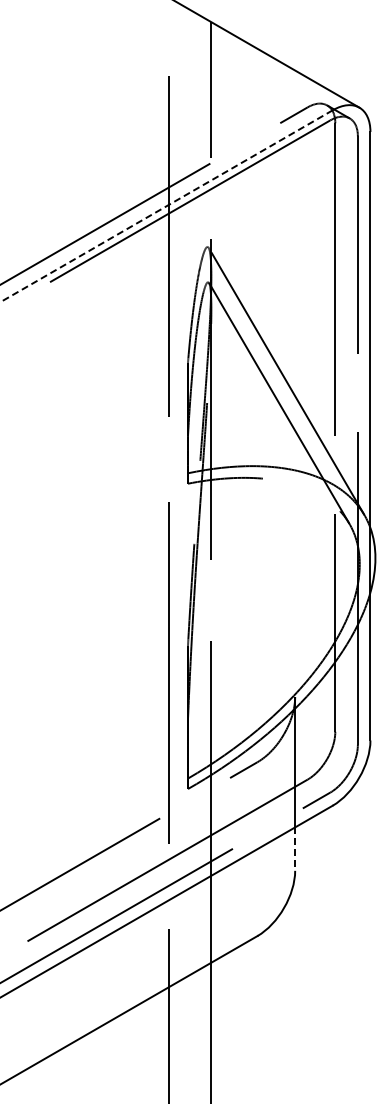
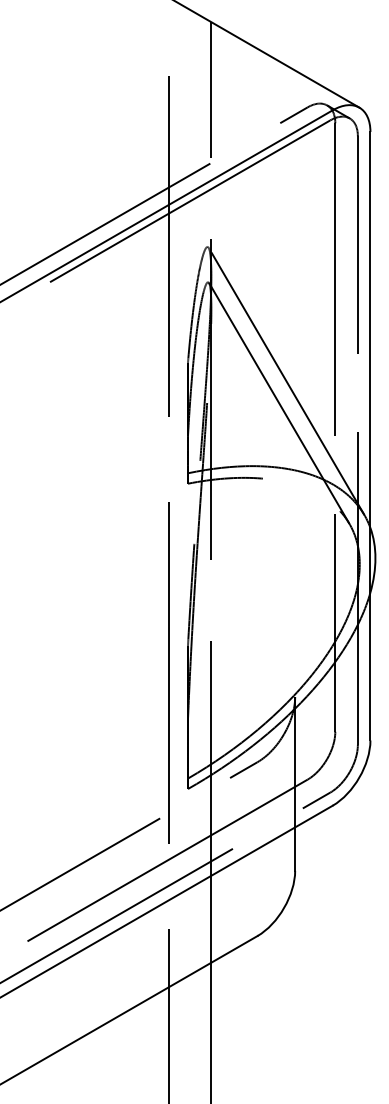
line at (166, 206): dashed -> solid
line at (295, 849): dashed -> solid
